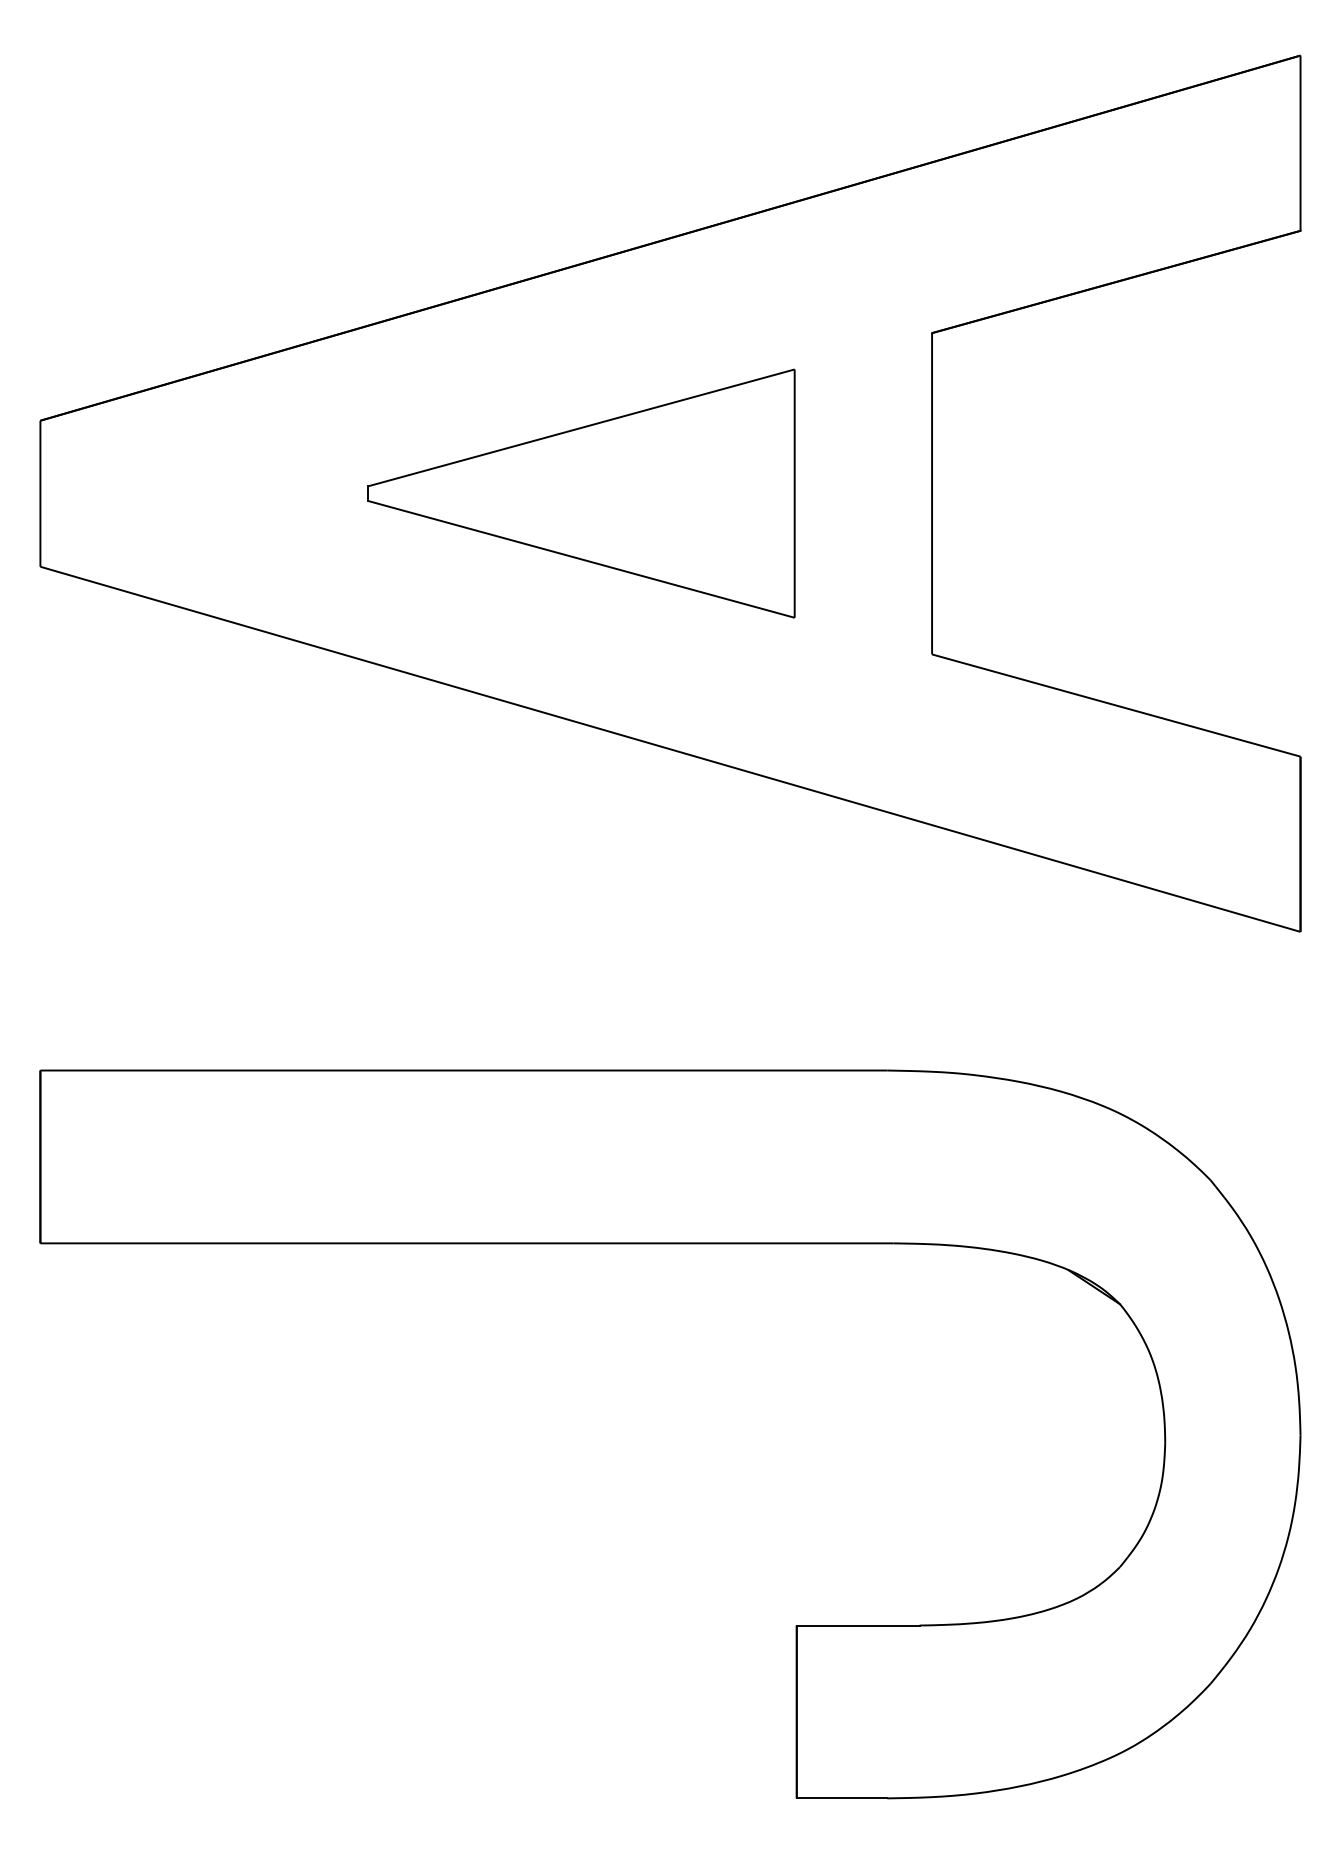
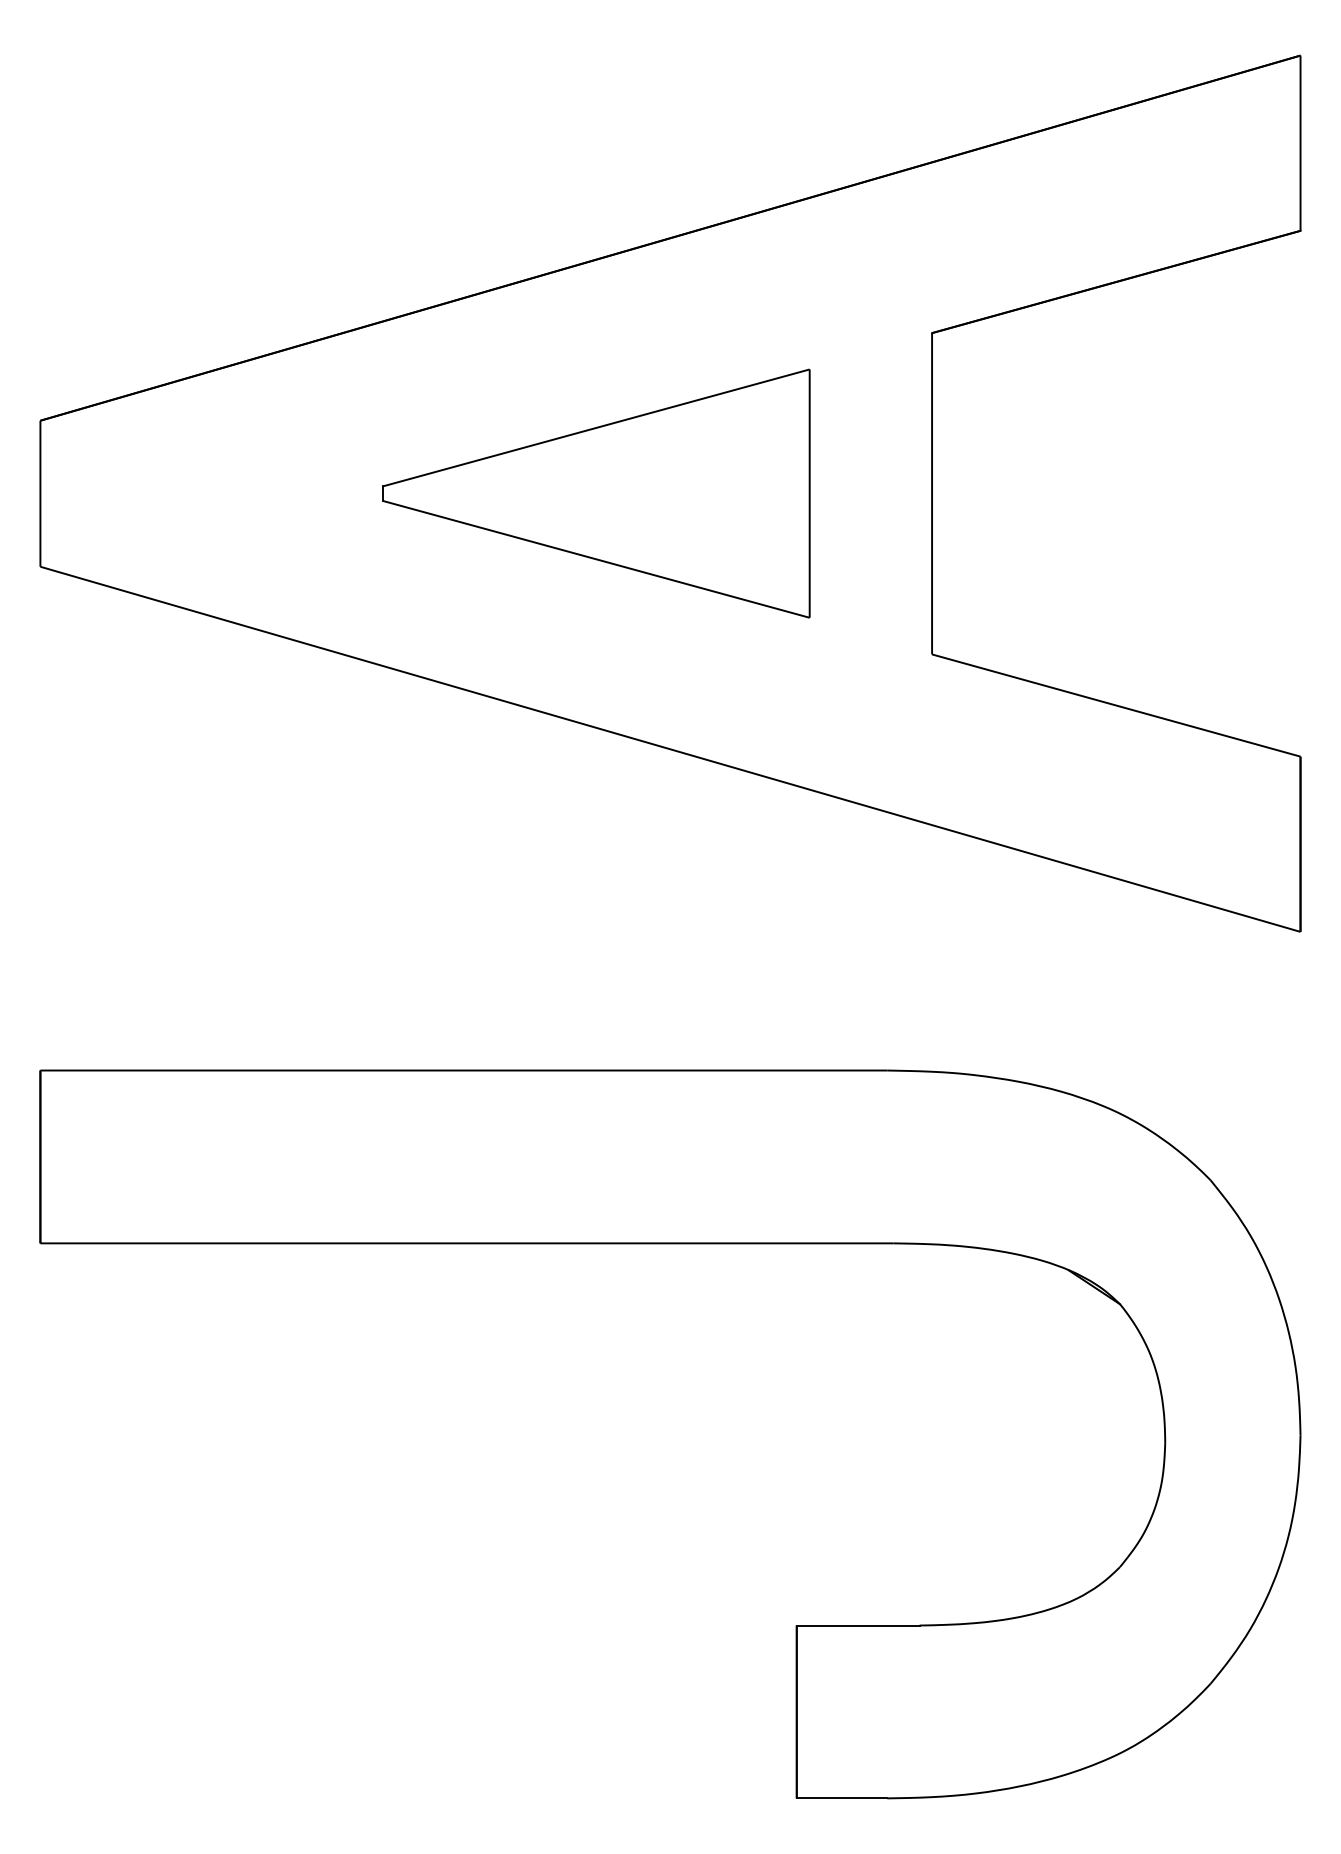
part at (581, 493) position: (581, 493) -> (596, 493)
